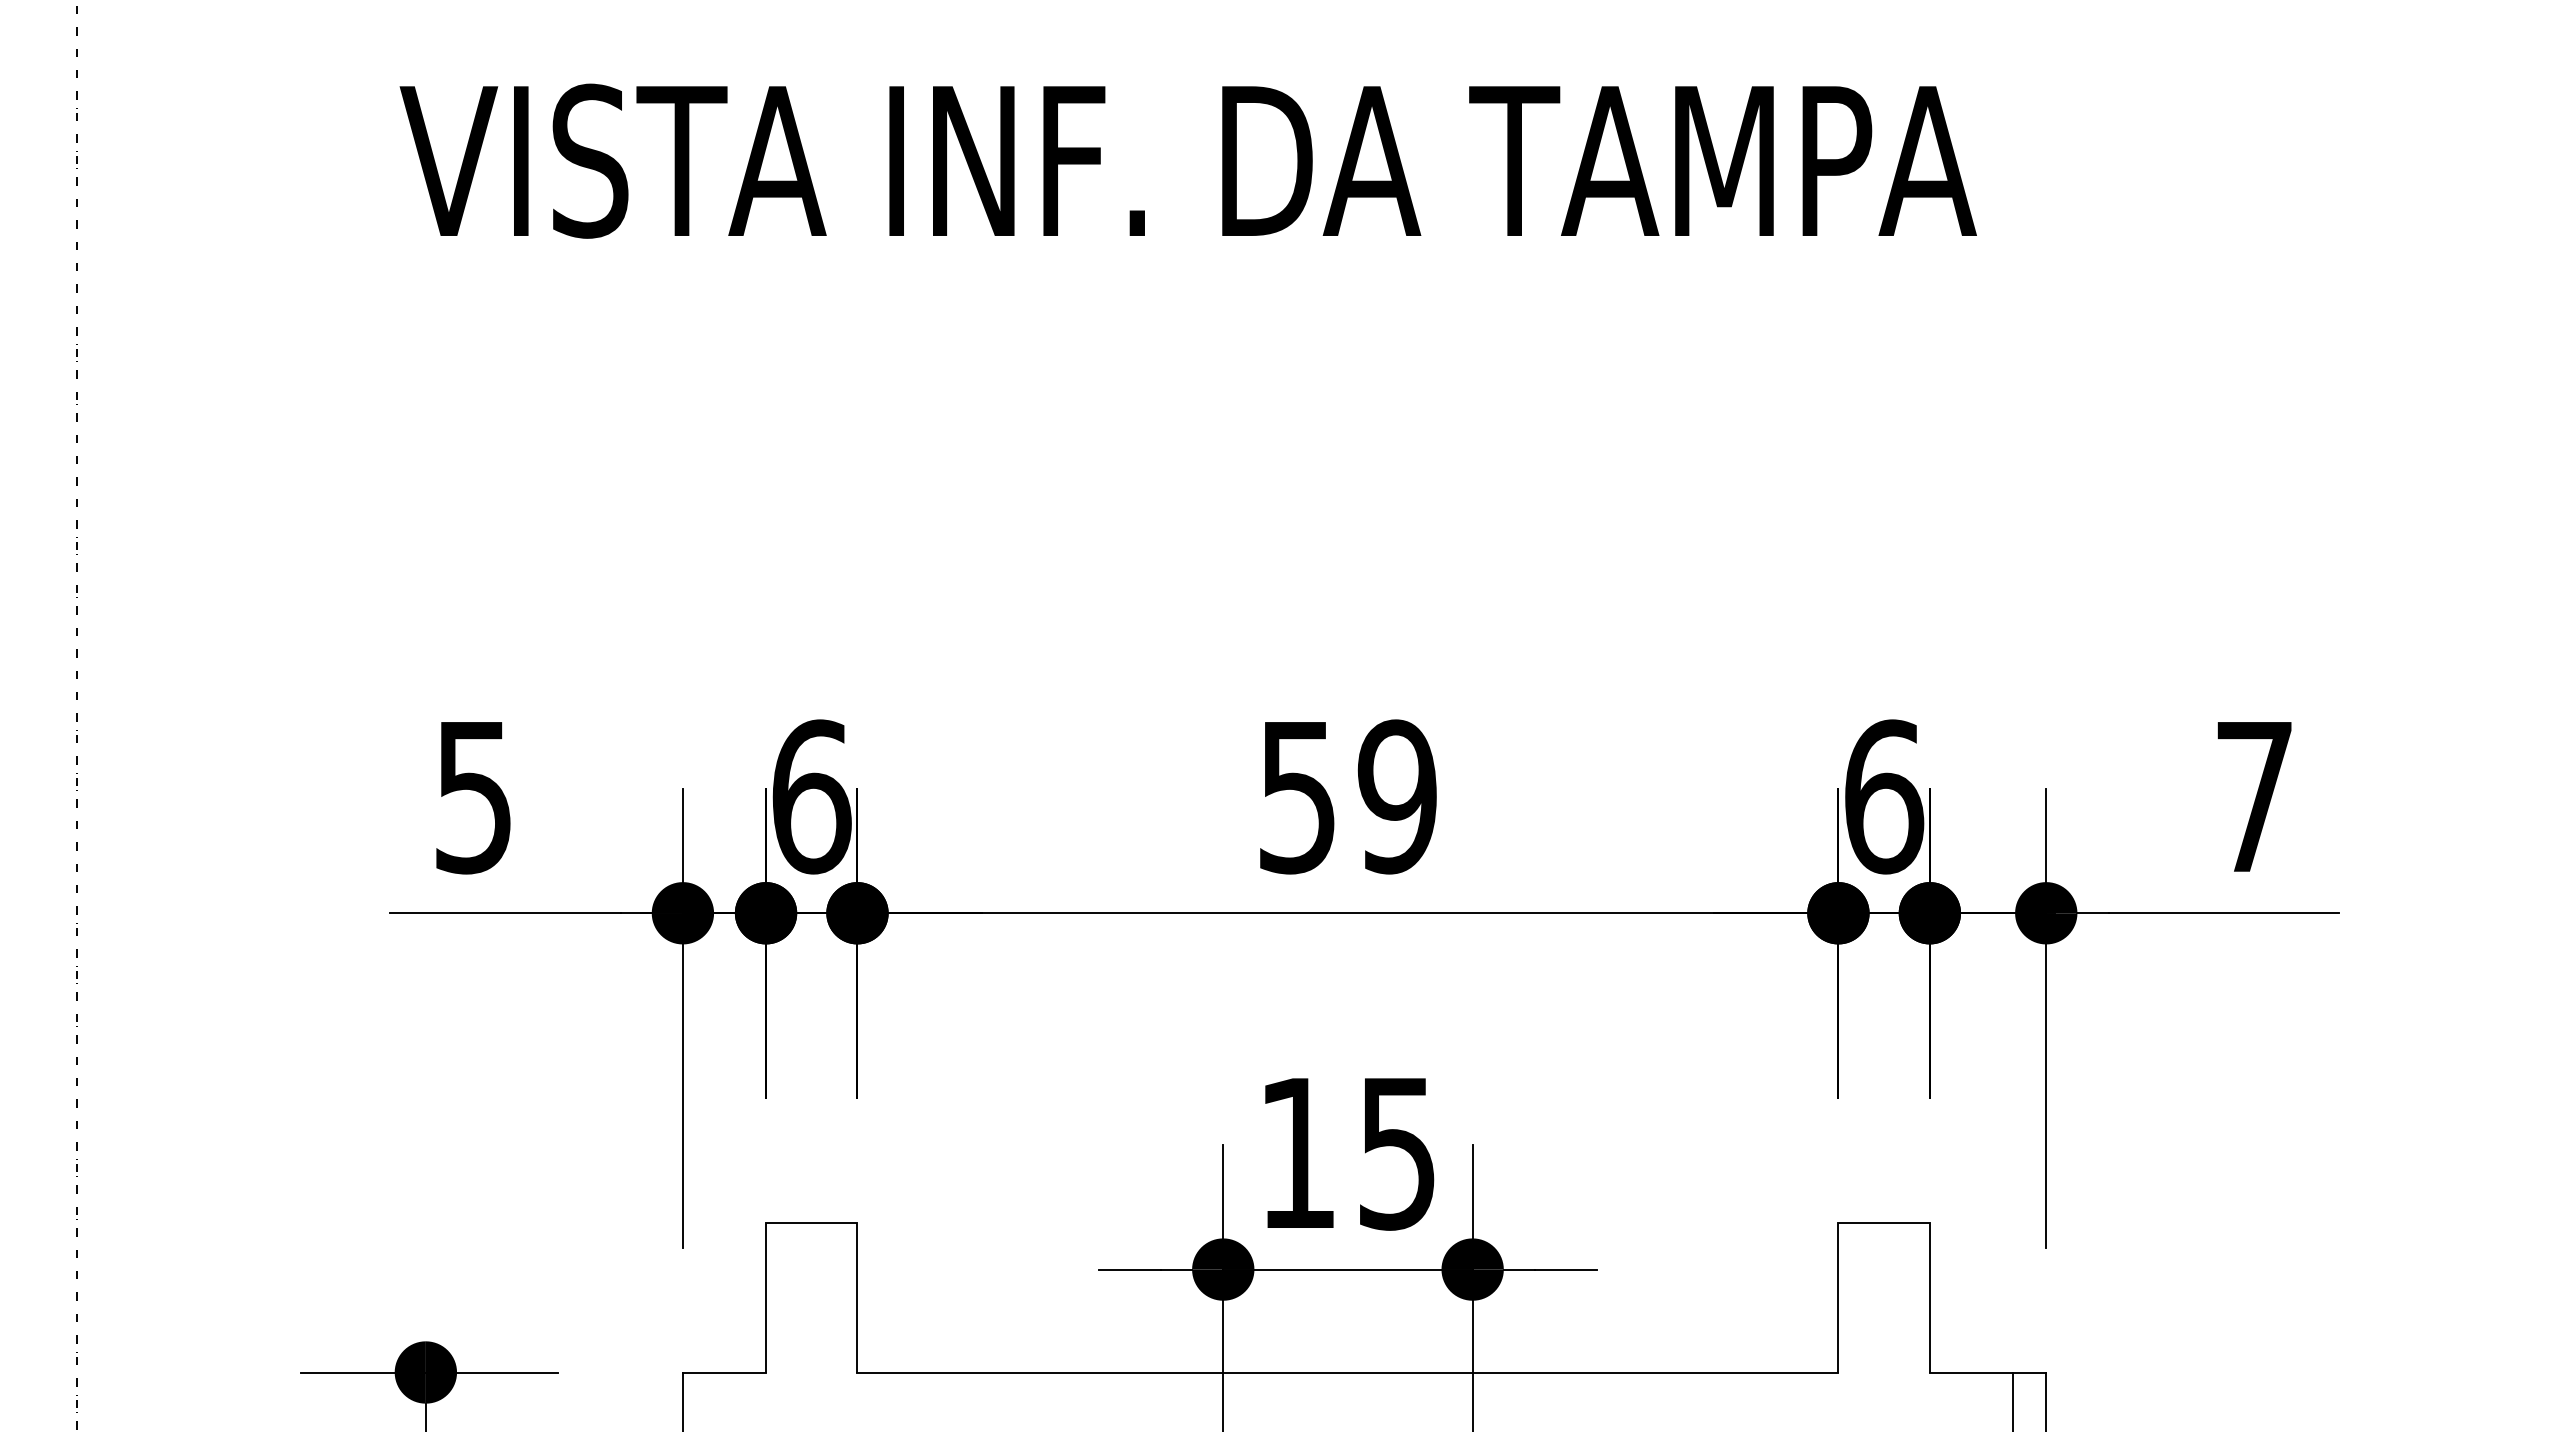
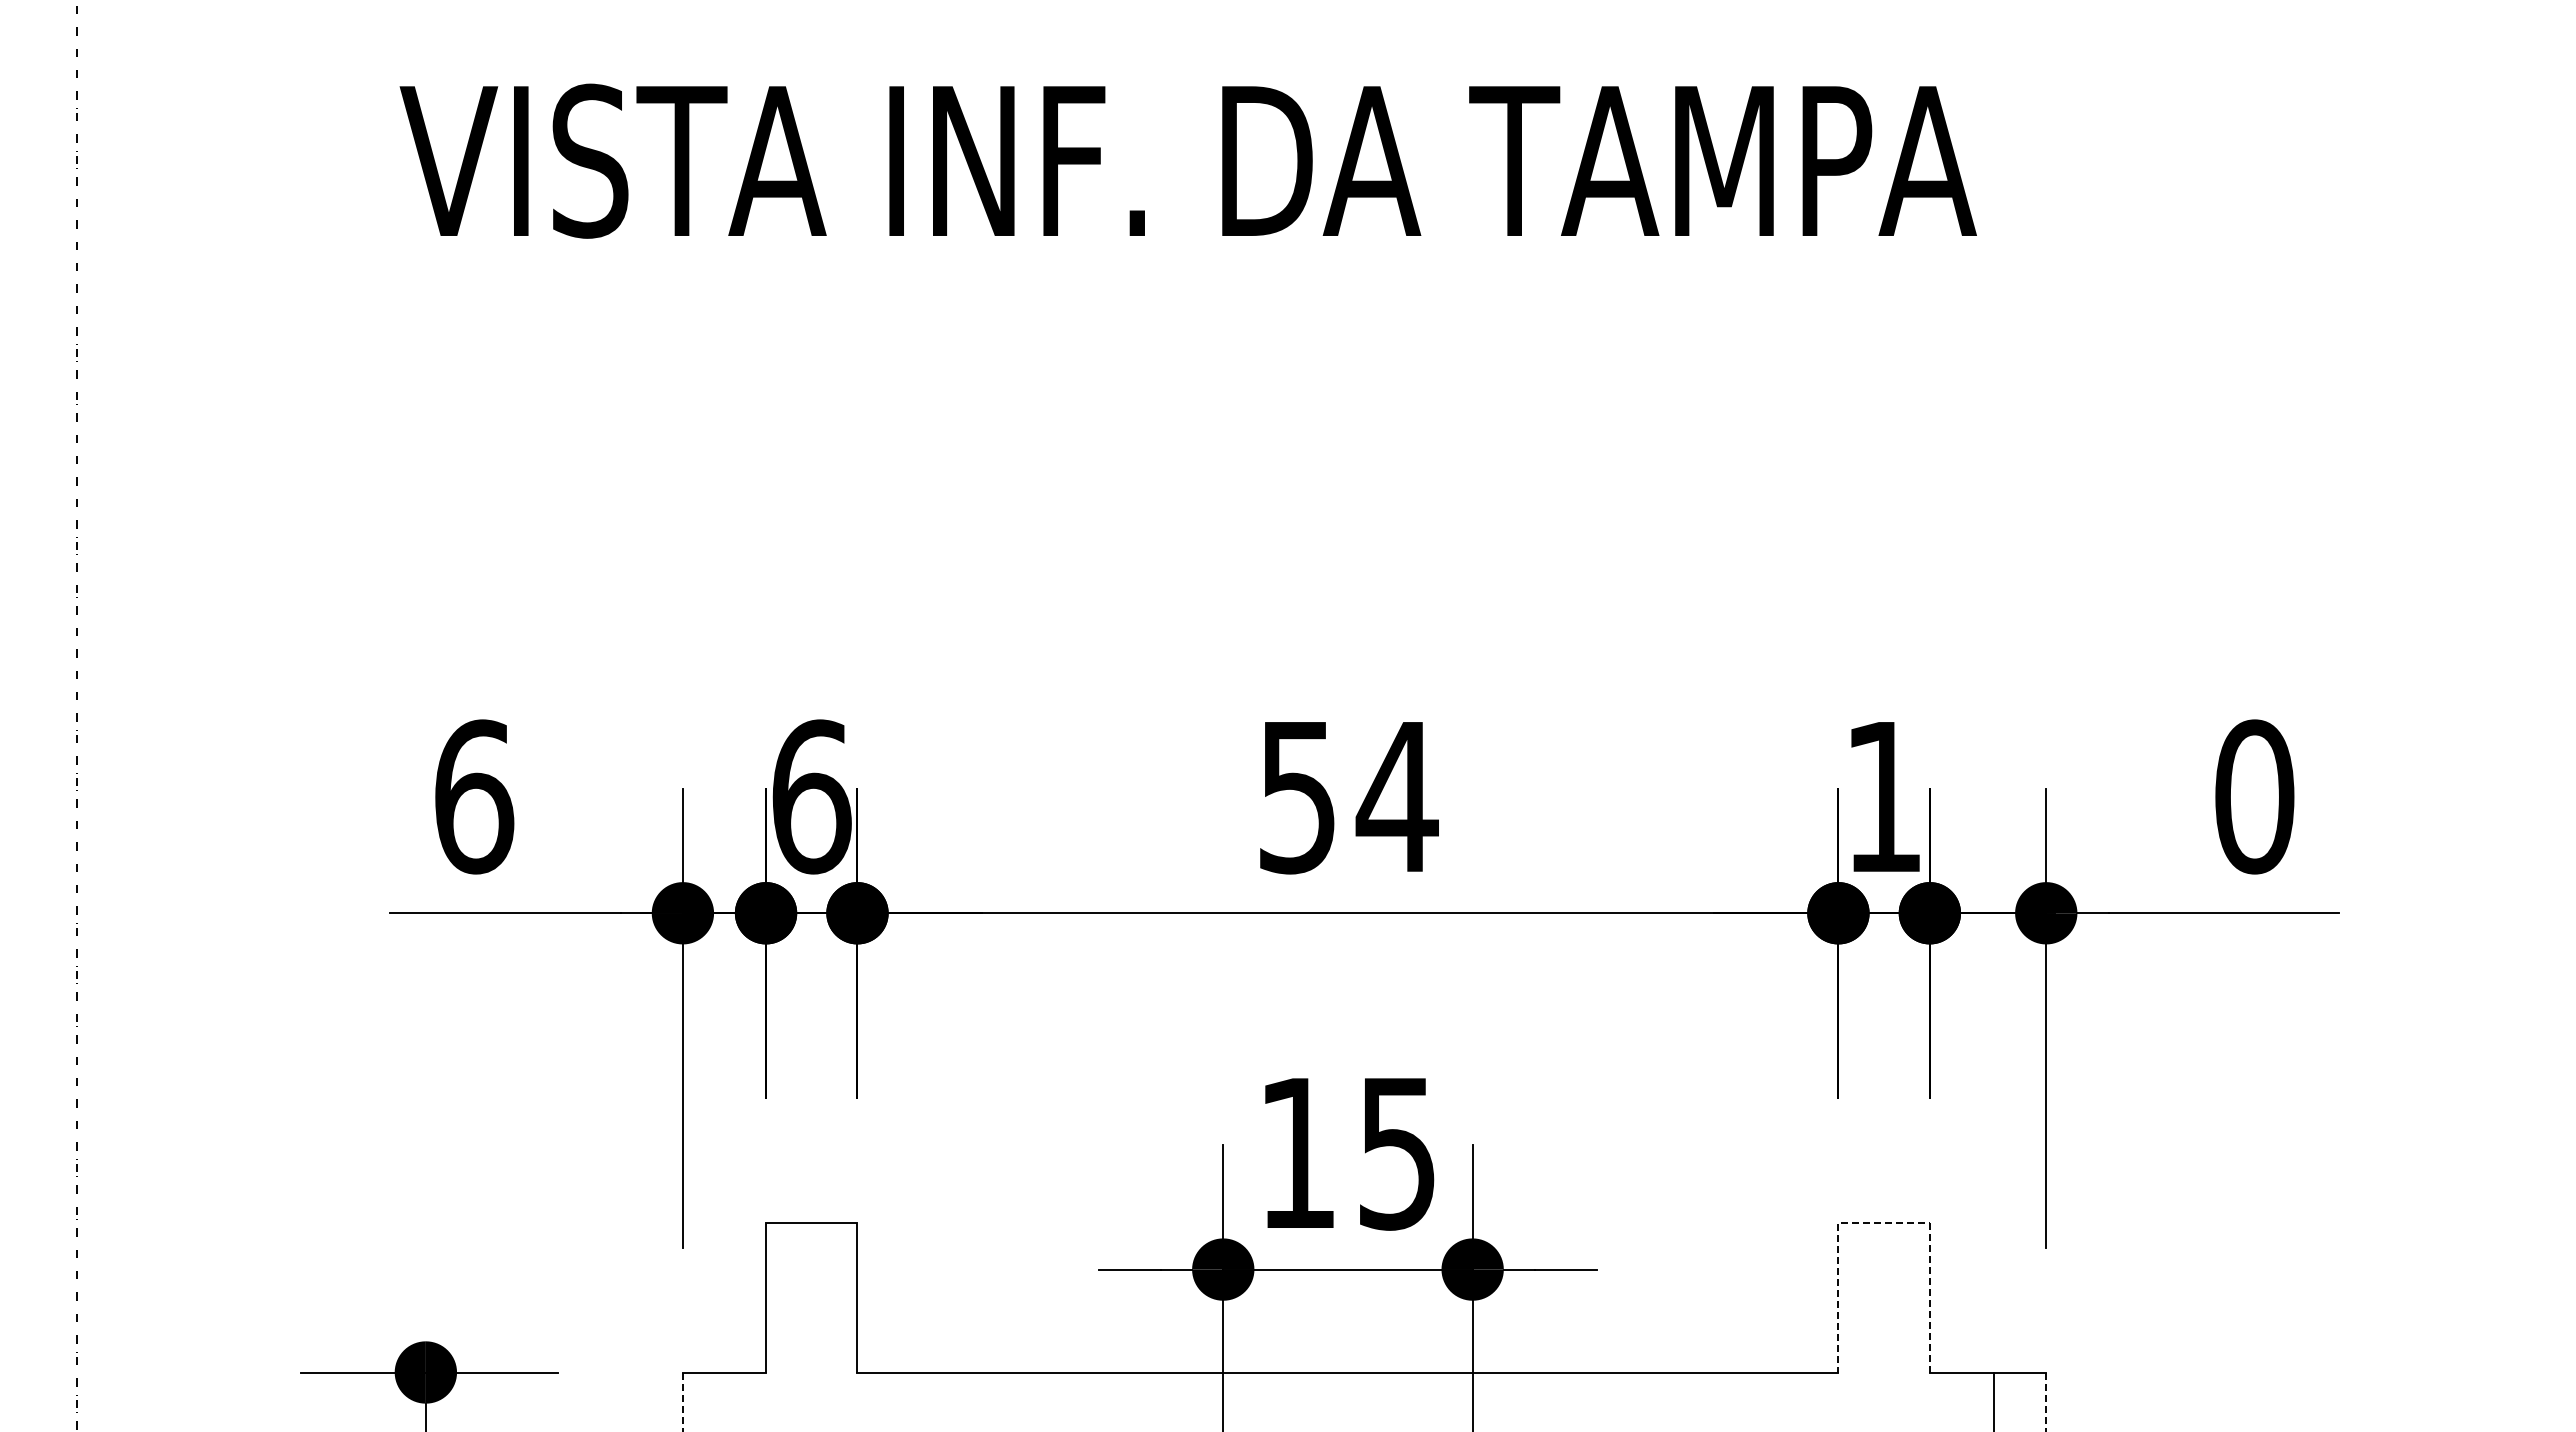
text at (474, 796): 5 -> 6
text at (1396, 796): 59 -> 54
text at (1884, 796): 6 -> 1
text at (2254, 796): 7 -> 0
line at (1884, 1222): solid -> dashed
line at (2012, 1400) position: (2012, 1400) -> (1993, 1400)
line at (682, 1402): solid -> dashed
line at (2046, 1402): solid -> dashed
